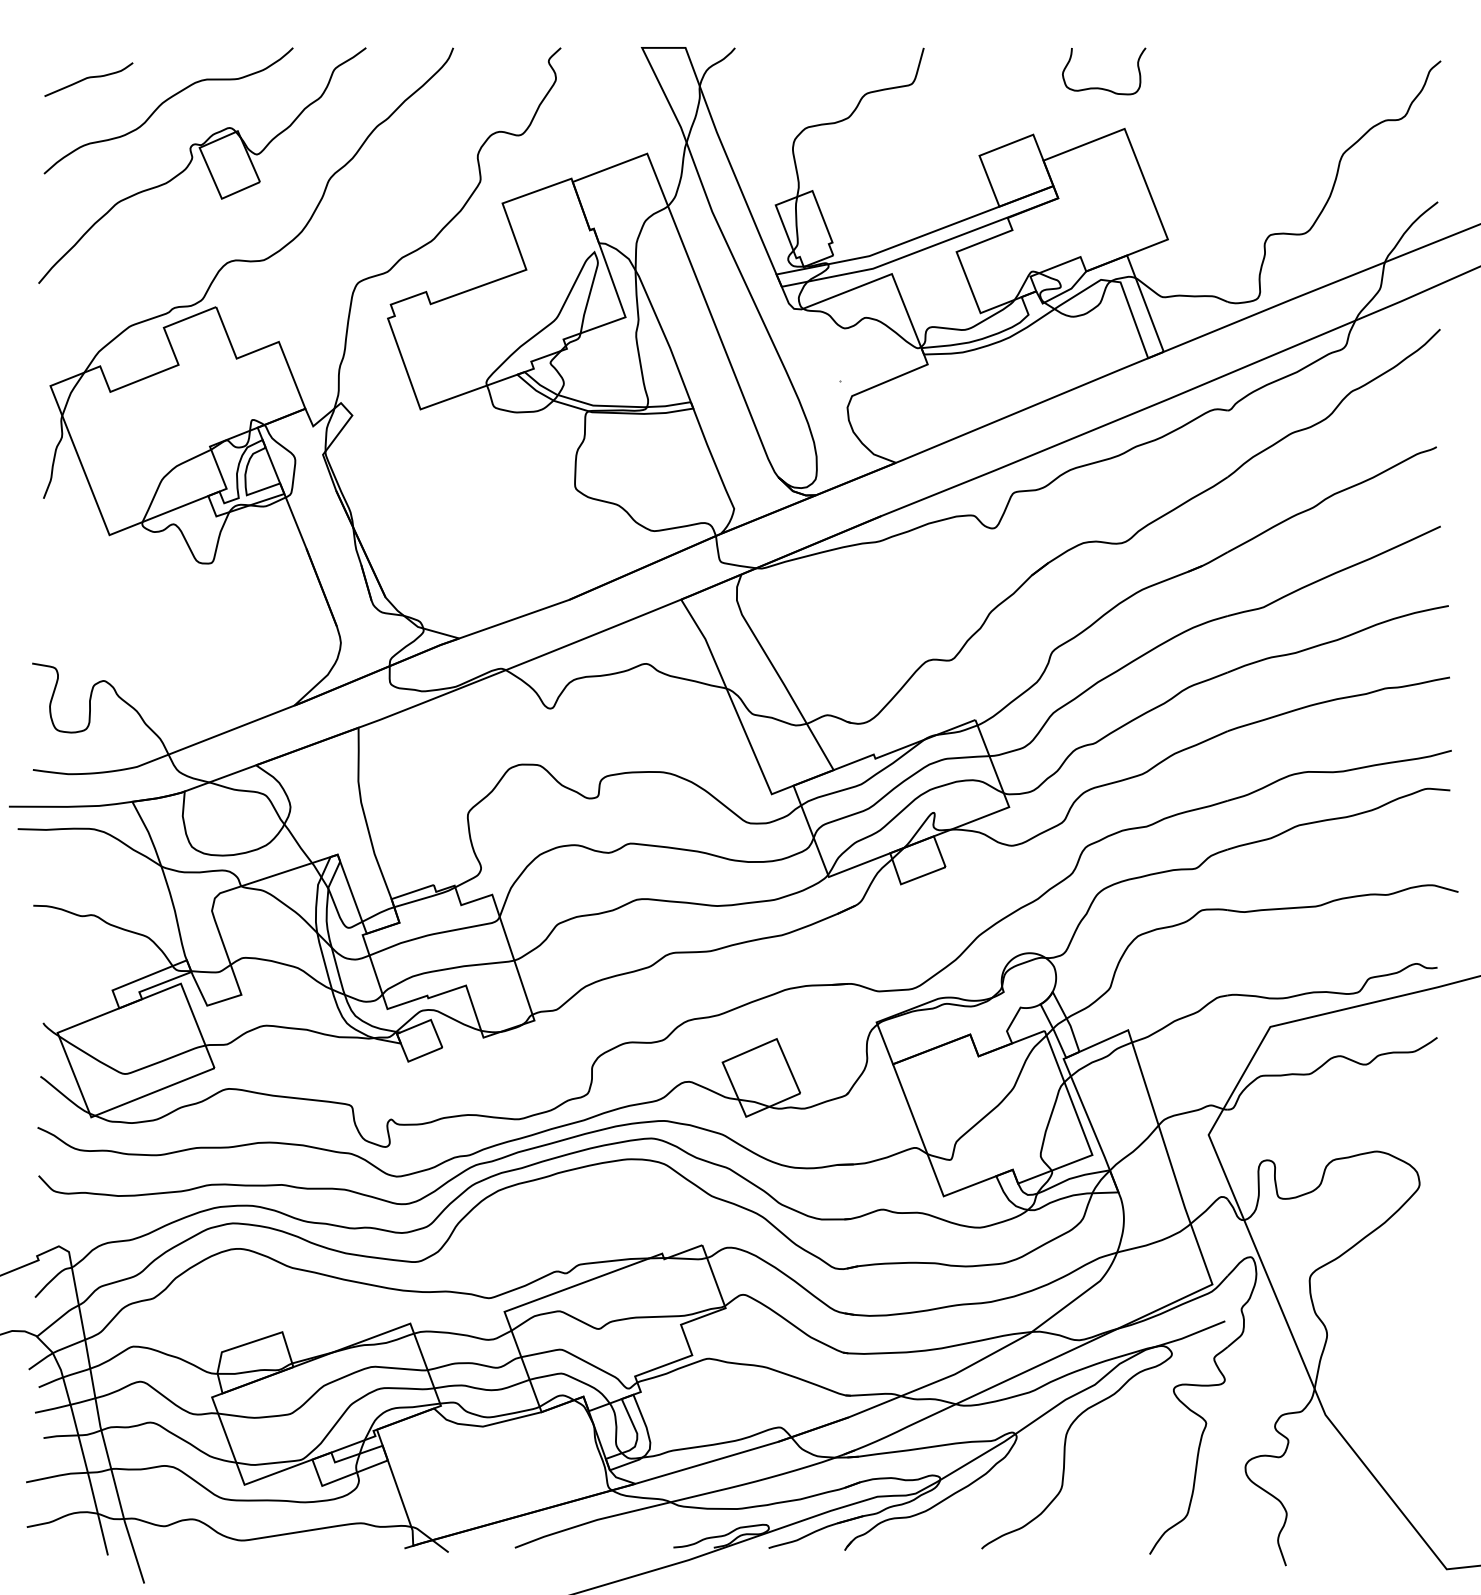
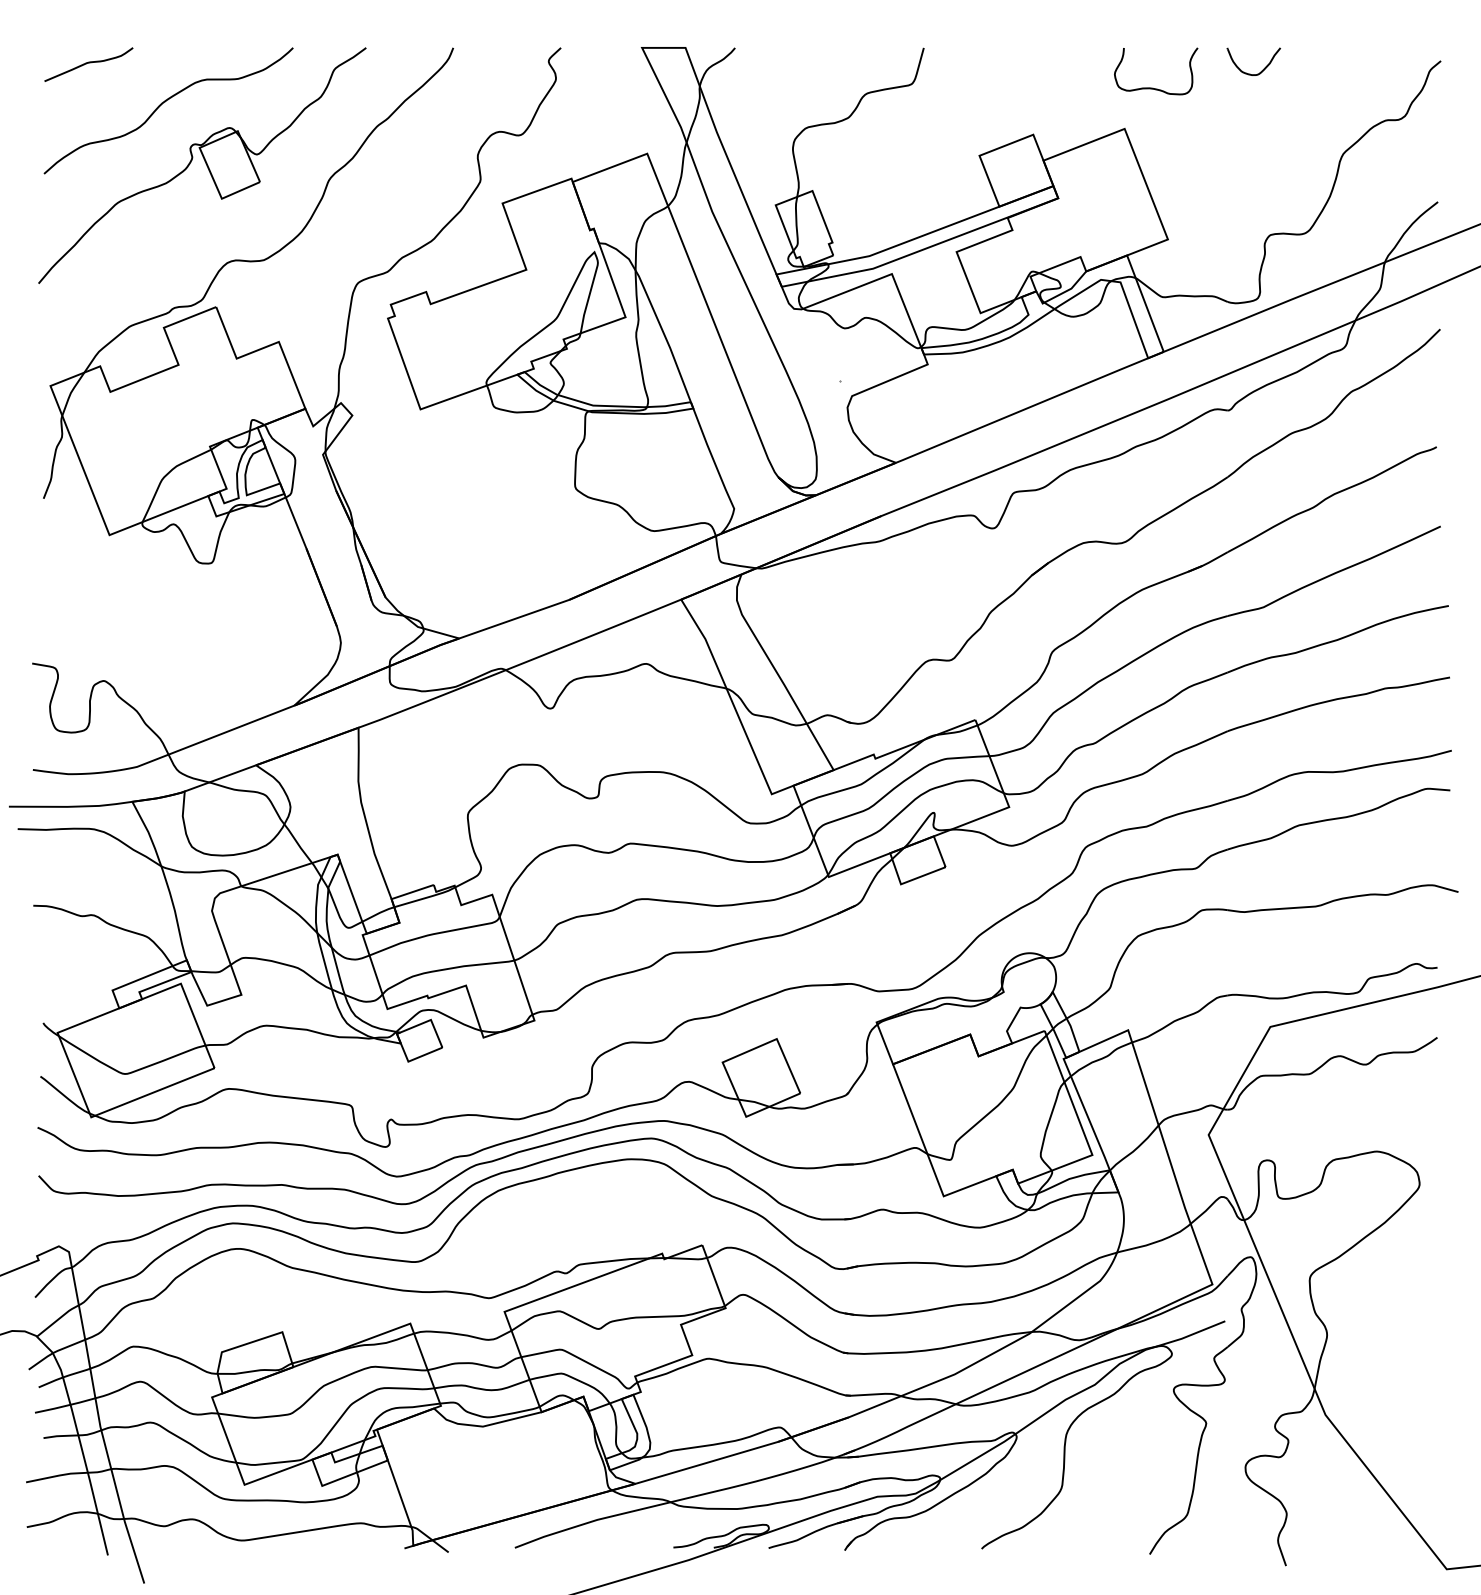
part at (1262, 69): none -> present
curve at (88, 78) position: (88, 78) -> (88, 63)
curve at (1101, 87) position: (1101, 87) -> (1153, 87)
